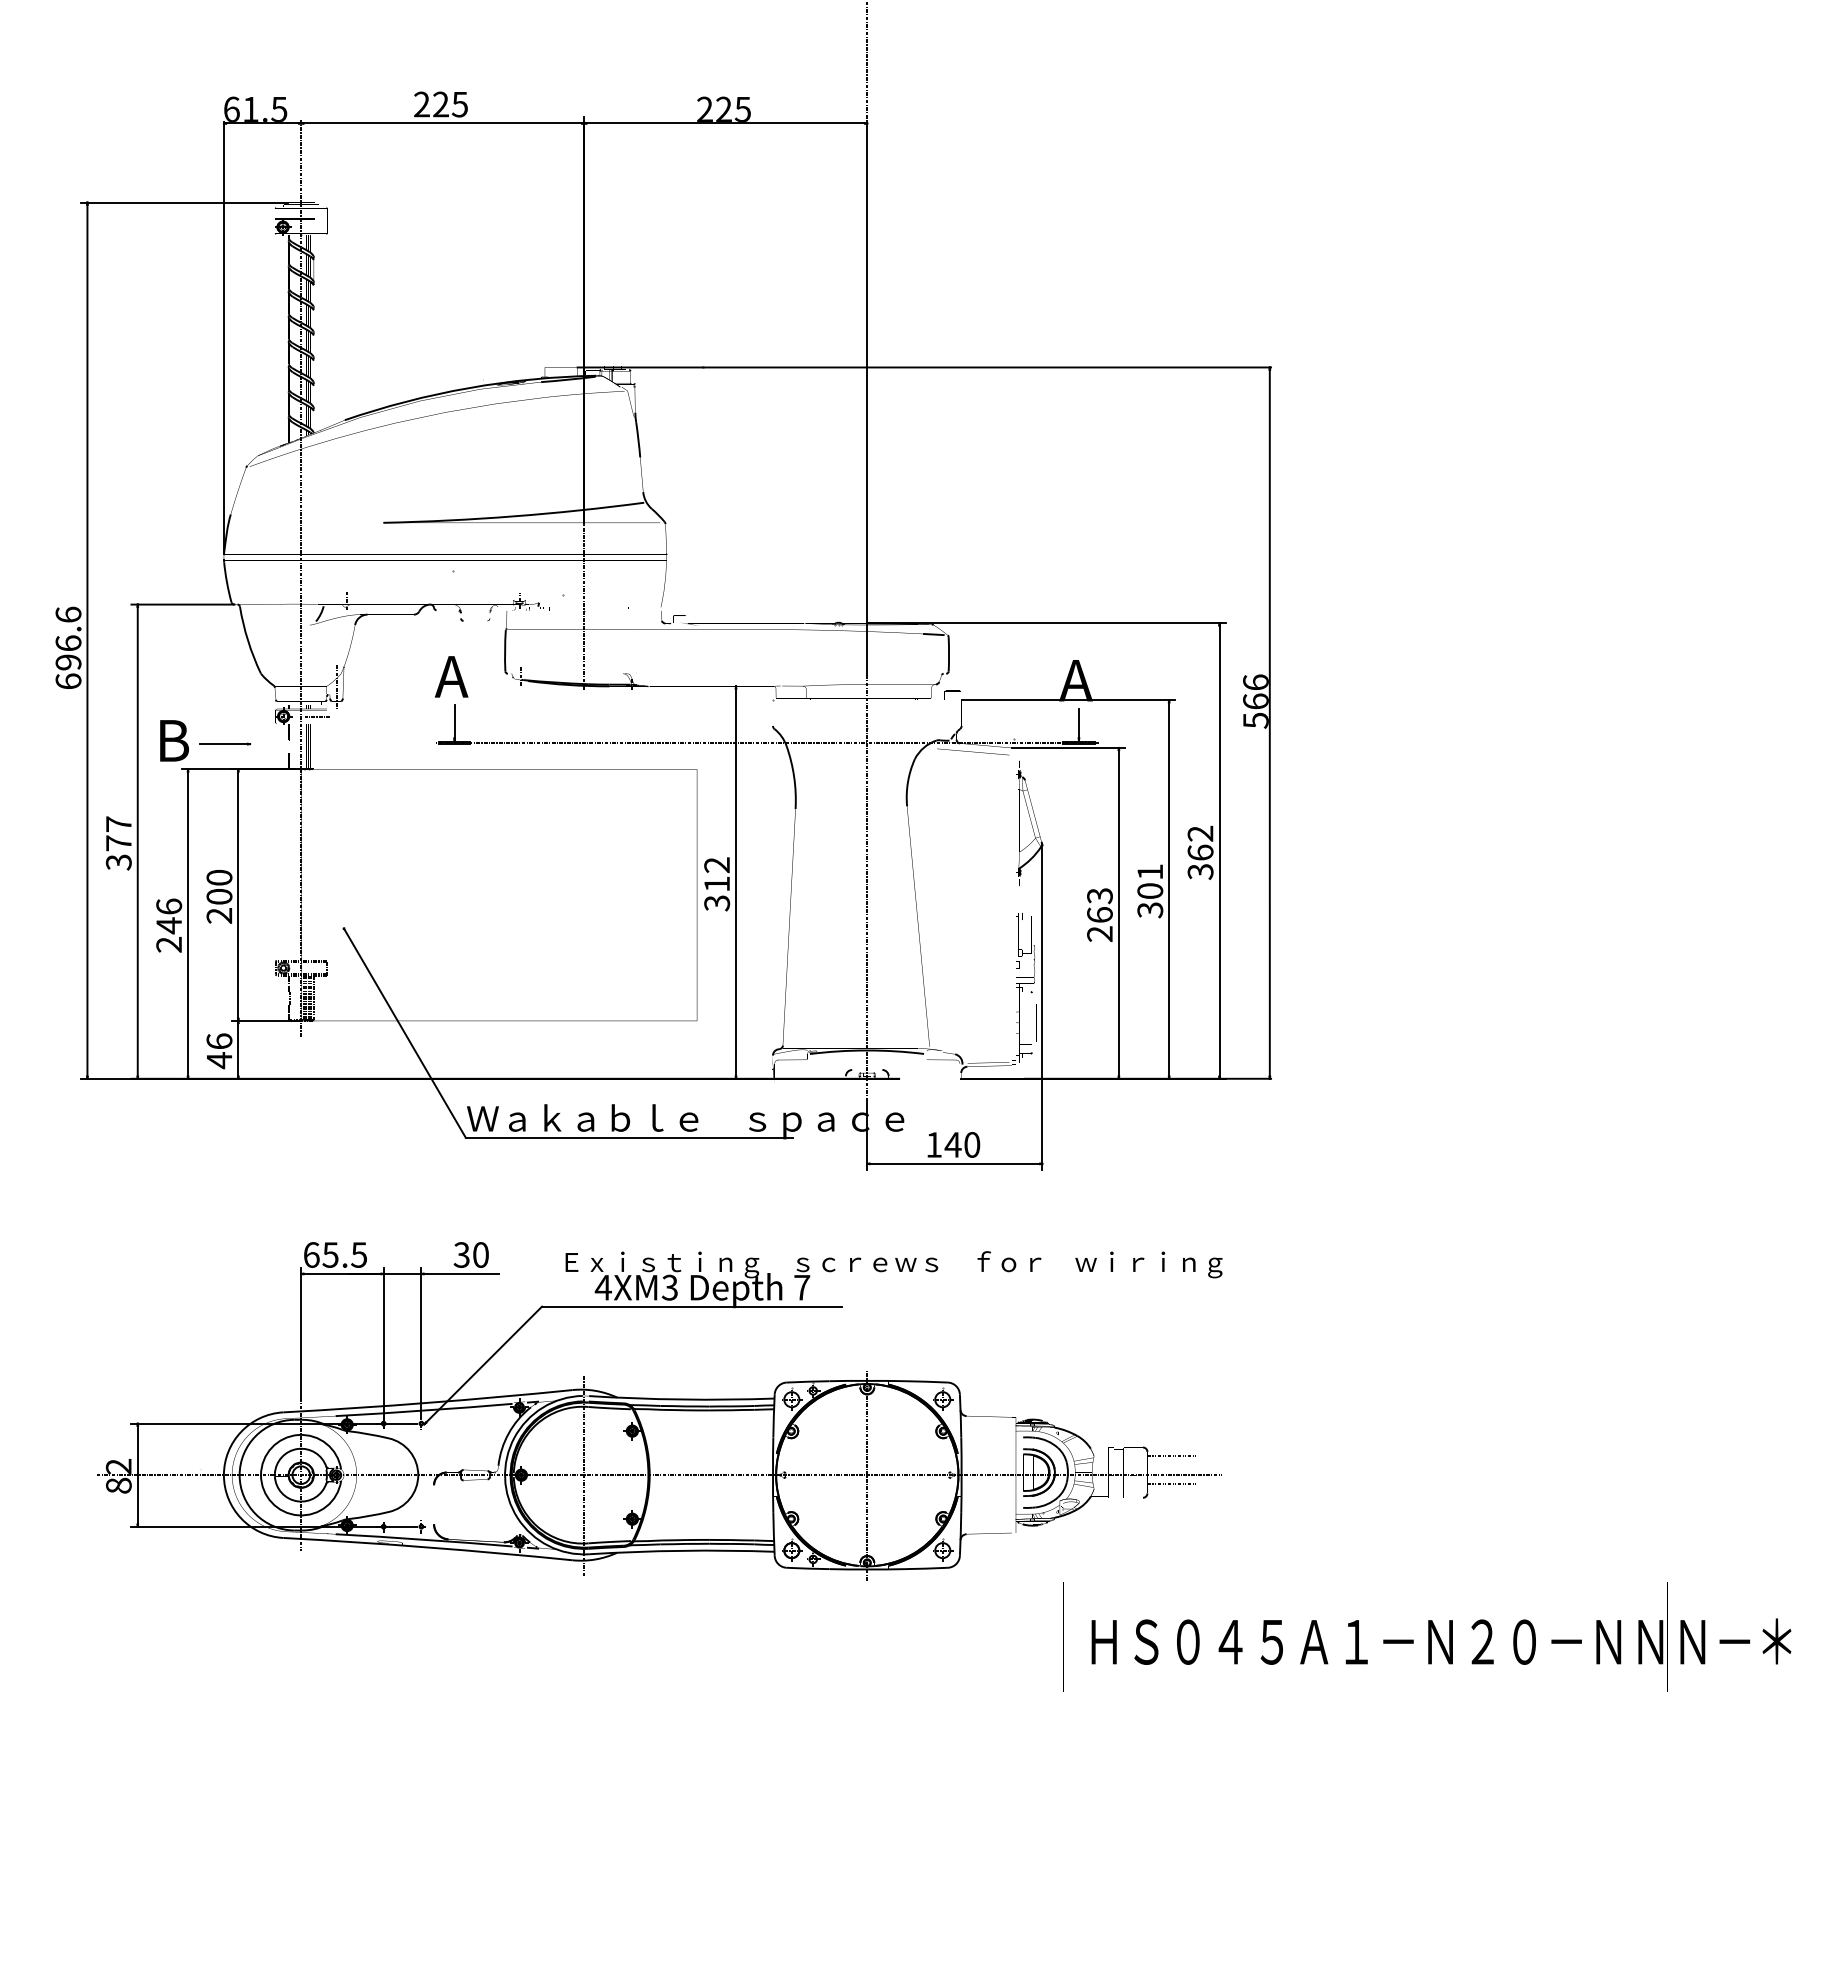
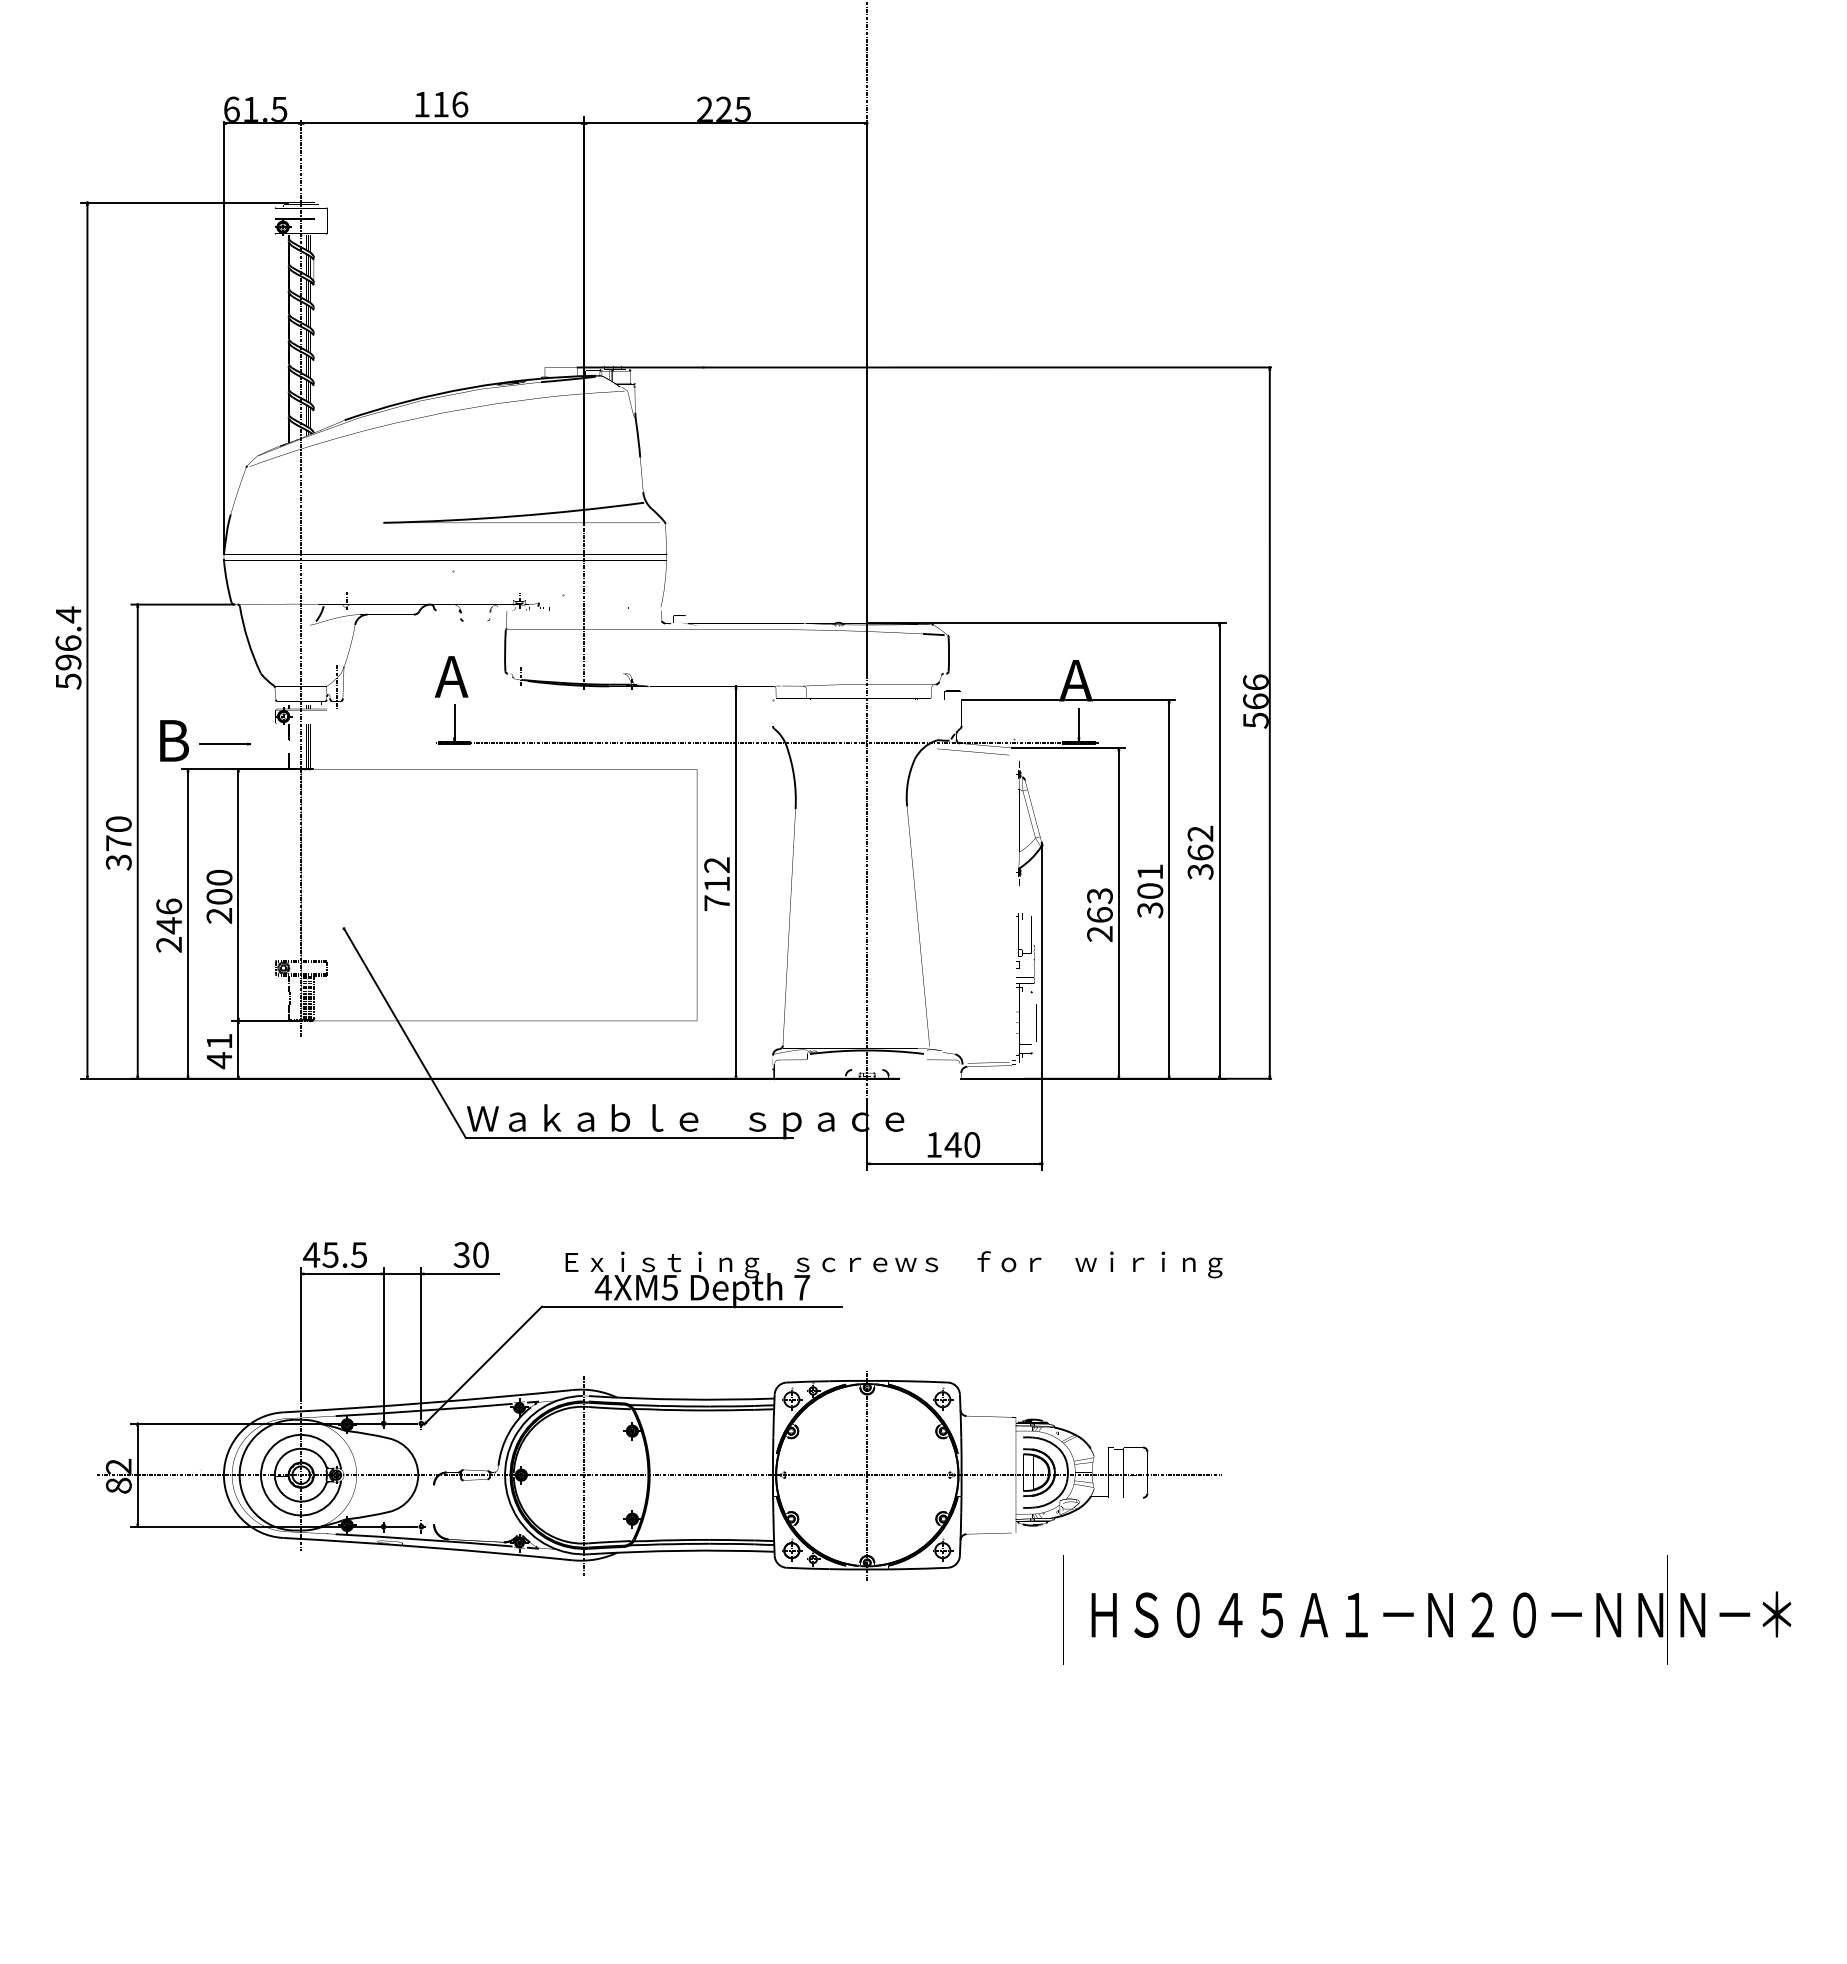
text at (441, 104): 225 -> 116
text at (68, 647): 696.6 -> 596.4
line at (317, 716): present -> none
text at (118, 824): 377 -> 370
text at (717, 903): 312 -> 712
text at (219, 1040): 46 -> 41
text at (311, 1254): 65.5 -> 45.5
text at (669, 1287): 4XM3 -> 4XM5
line at (1171, 1456): present -> none
line at (1171, 1483): present -> none
text at (1427, 1636) position: (1427, 1636) -> (1427, 1609)
